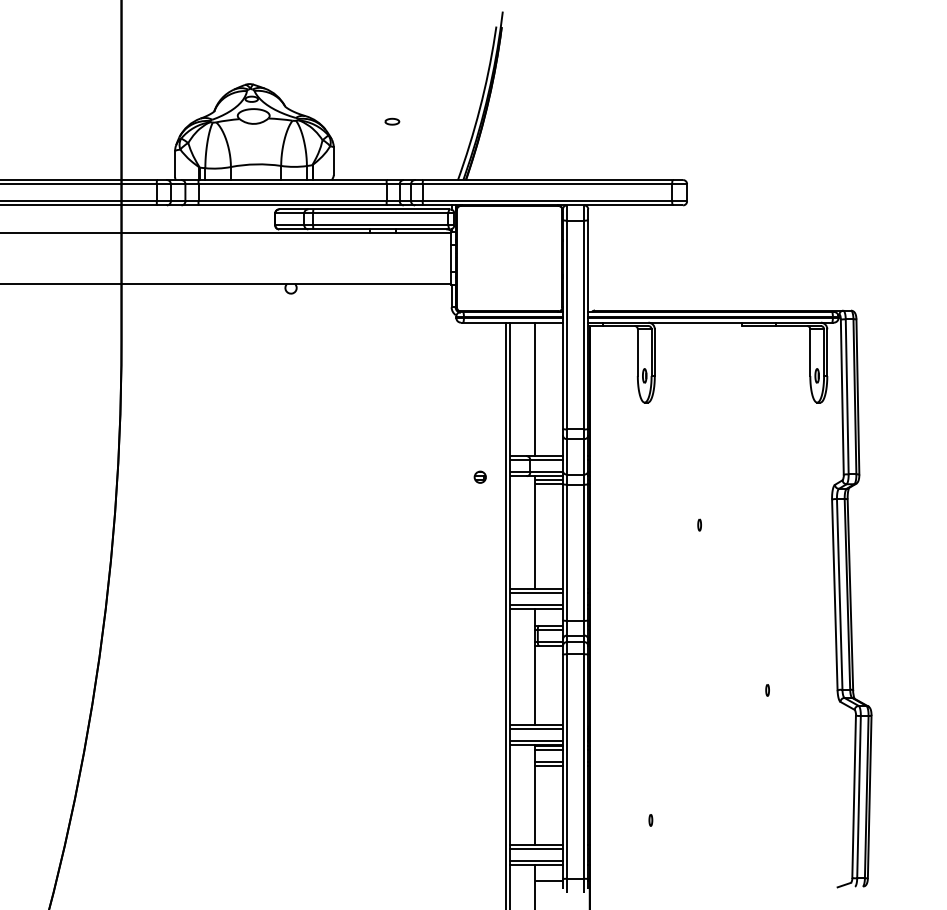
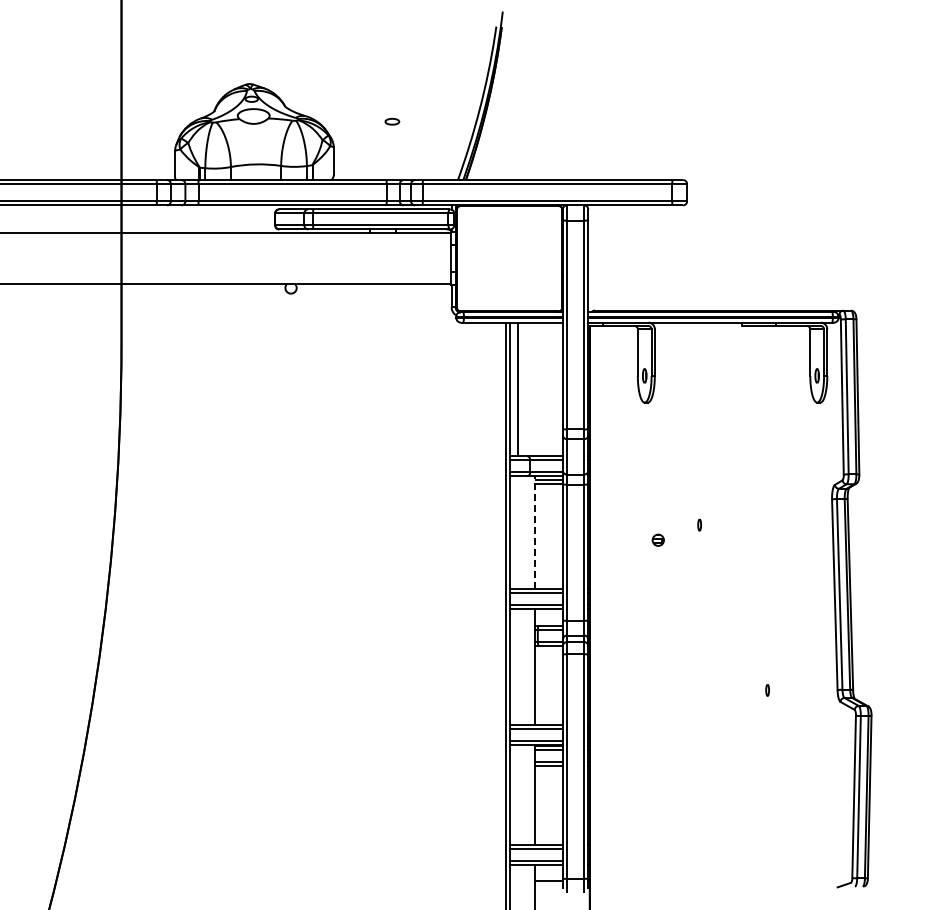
line at (534, 389) position: (534, 389) -> (517, 389)
part at (479, 476) position: (479, 476) -> (657, 539)
line at (534, 532): solid -> dashed
part at (650, 820): present -> none
